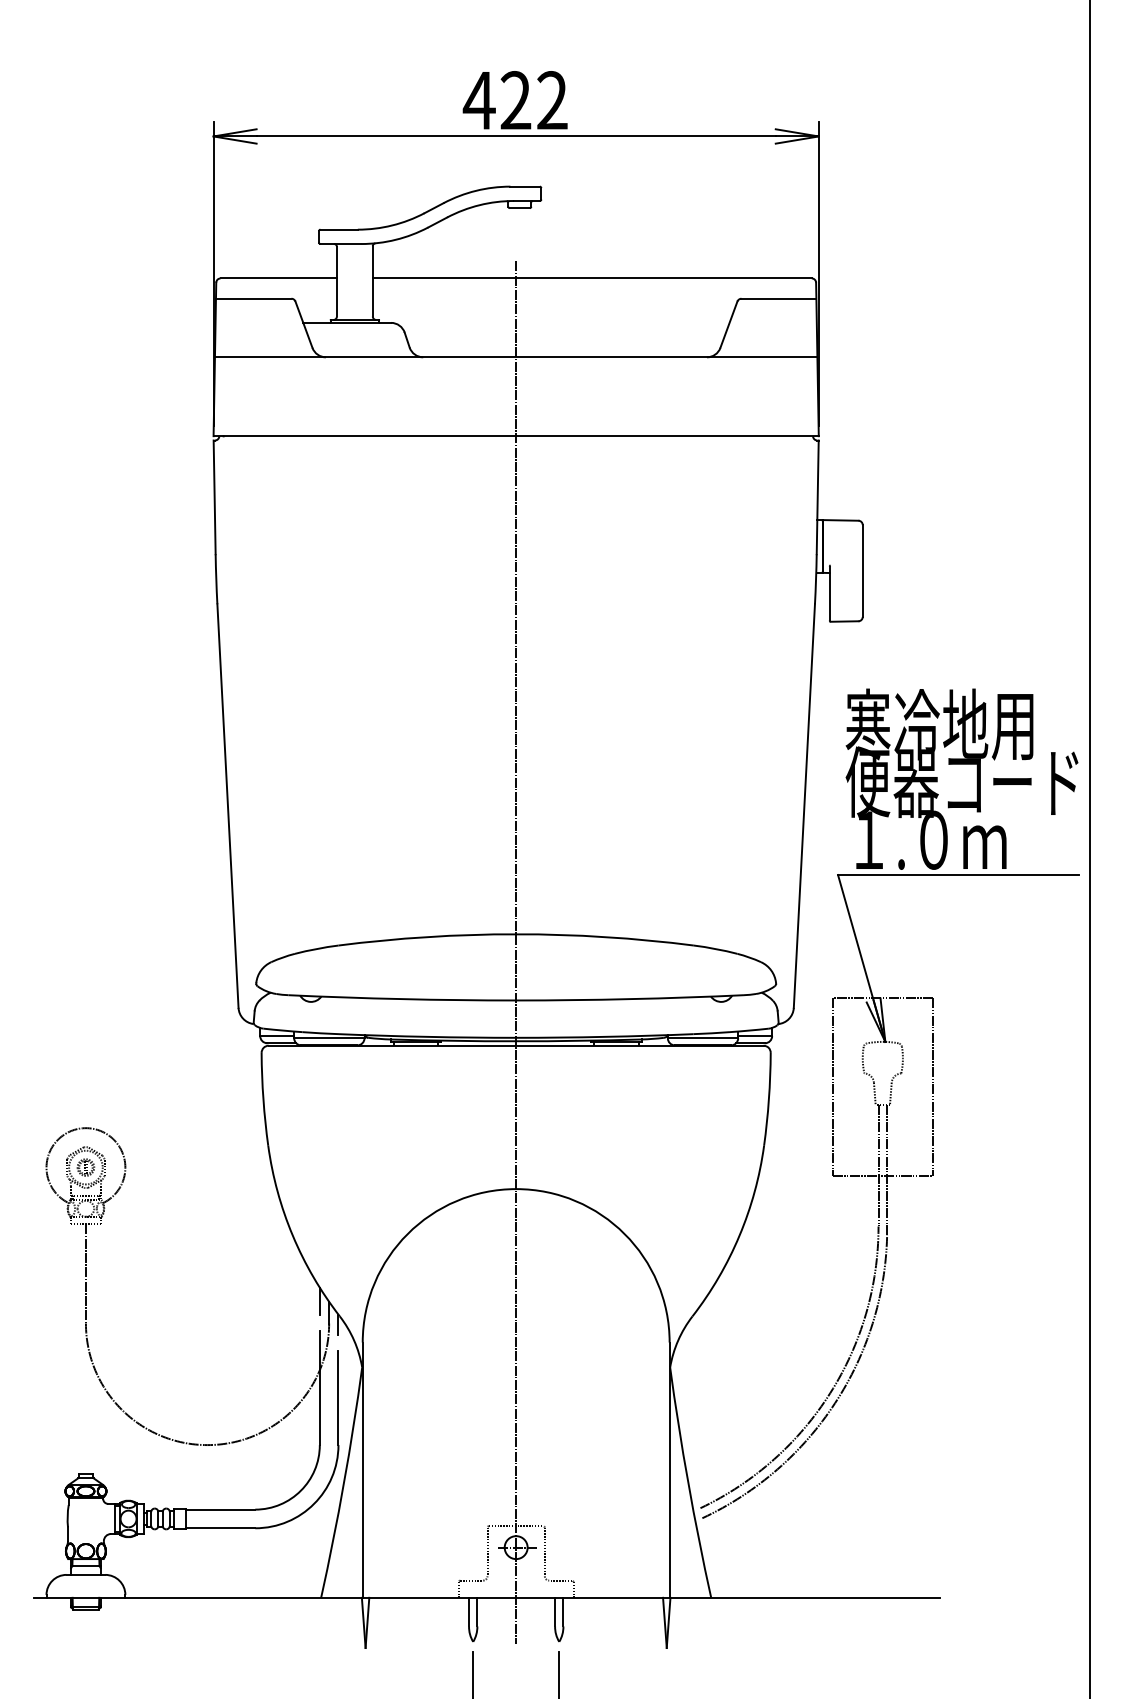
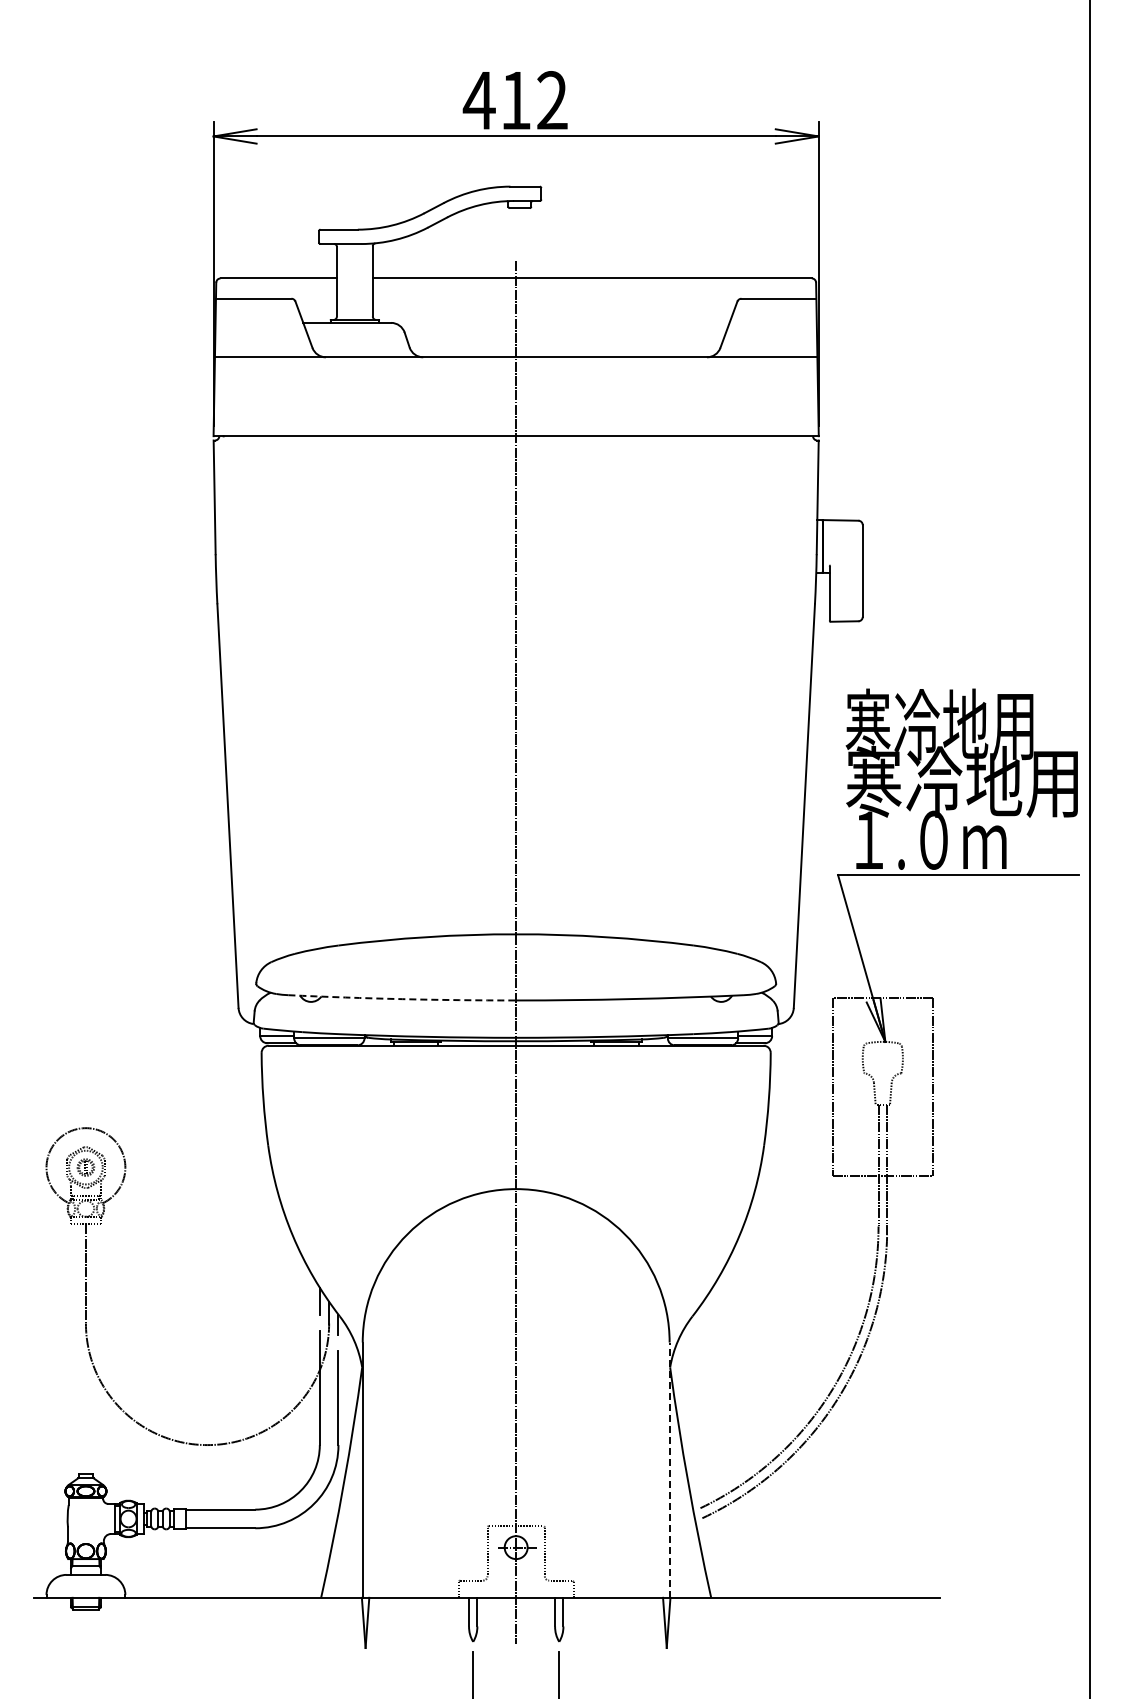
text at (515, 100): 422 -> 412
text at (961, 782): 便器コード -> 寒冷地用
arc at (402, 999): solid -> dashed
line at (669, 1470): solid -> dashed
